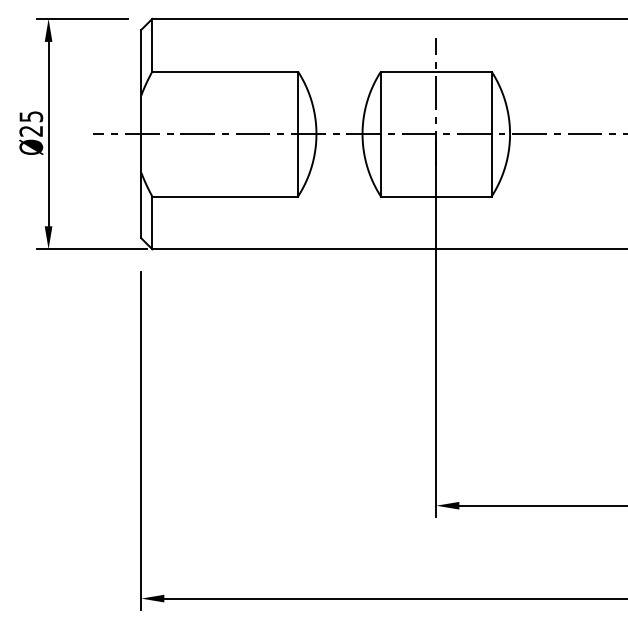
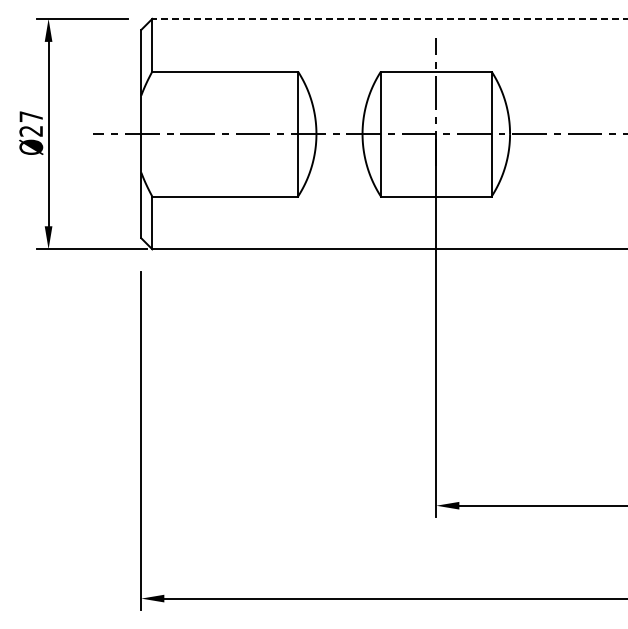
line at (389, 18): solid -> dashed
text at (31, 116): Ø25 -> Ø27
